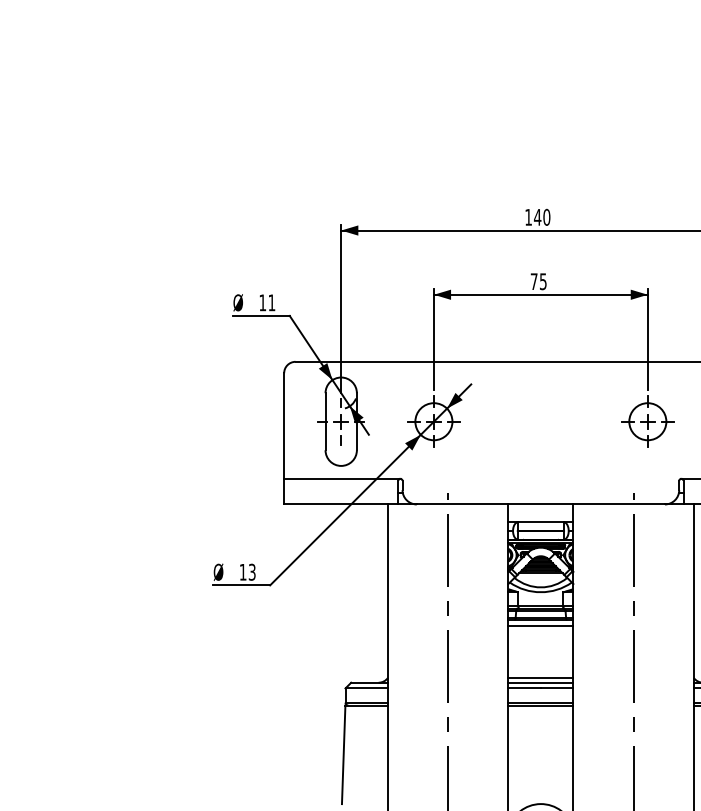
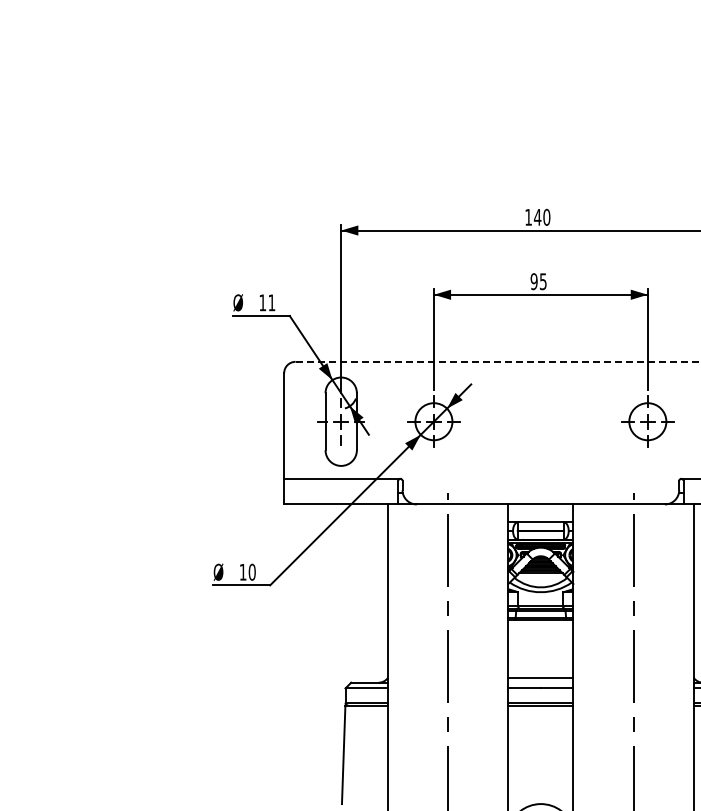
text at (533, 281): 75 -> 95
line at (498, 361): solid -> dashed
text at (251, 571): 13 -> 10
line at (540, 626): present -> none
line at (540, 682): present -> none
